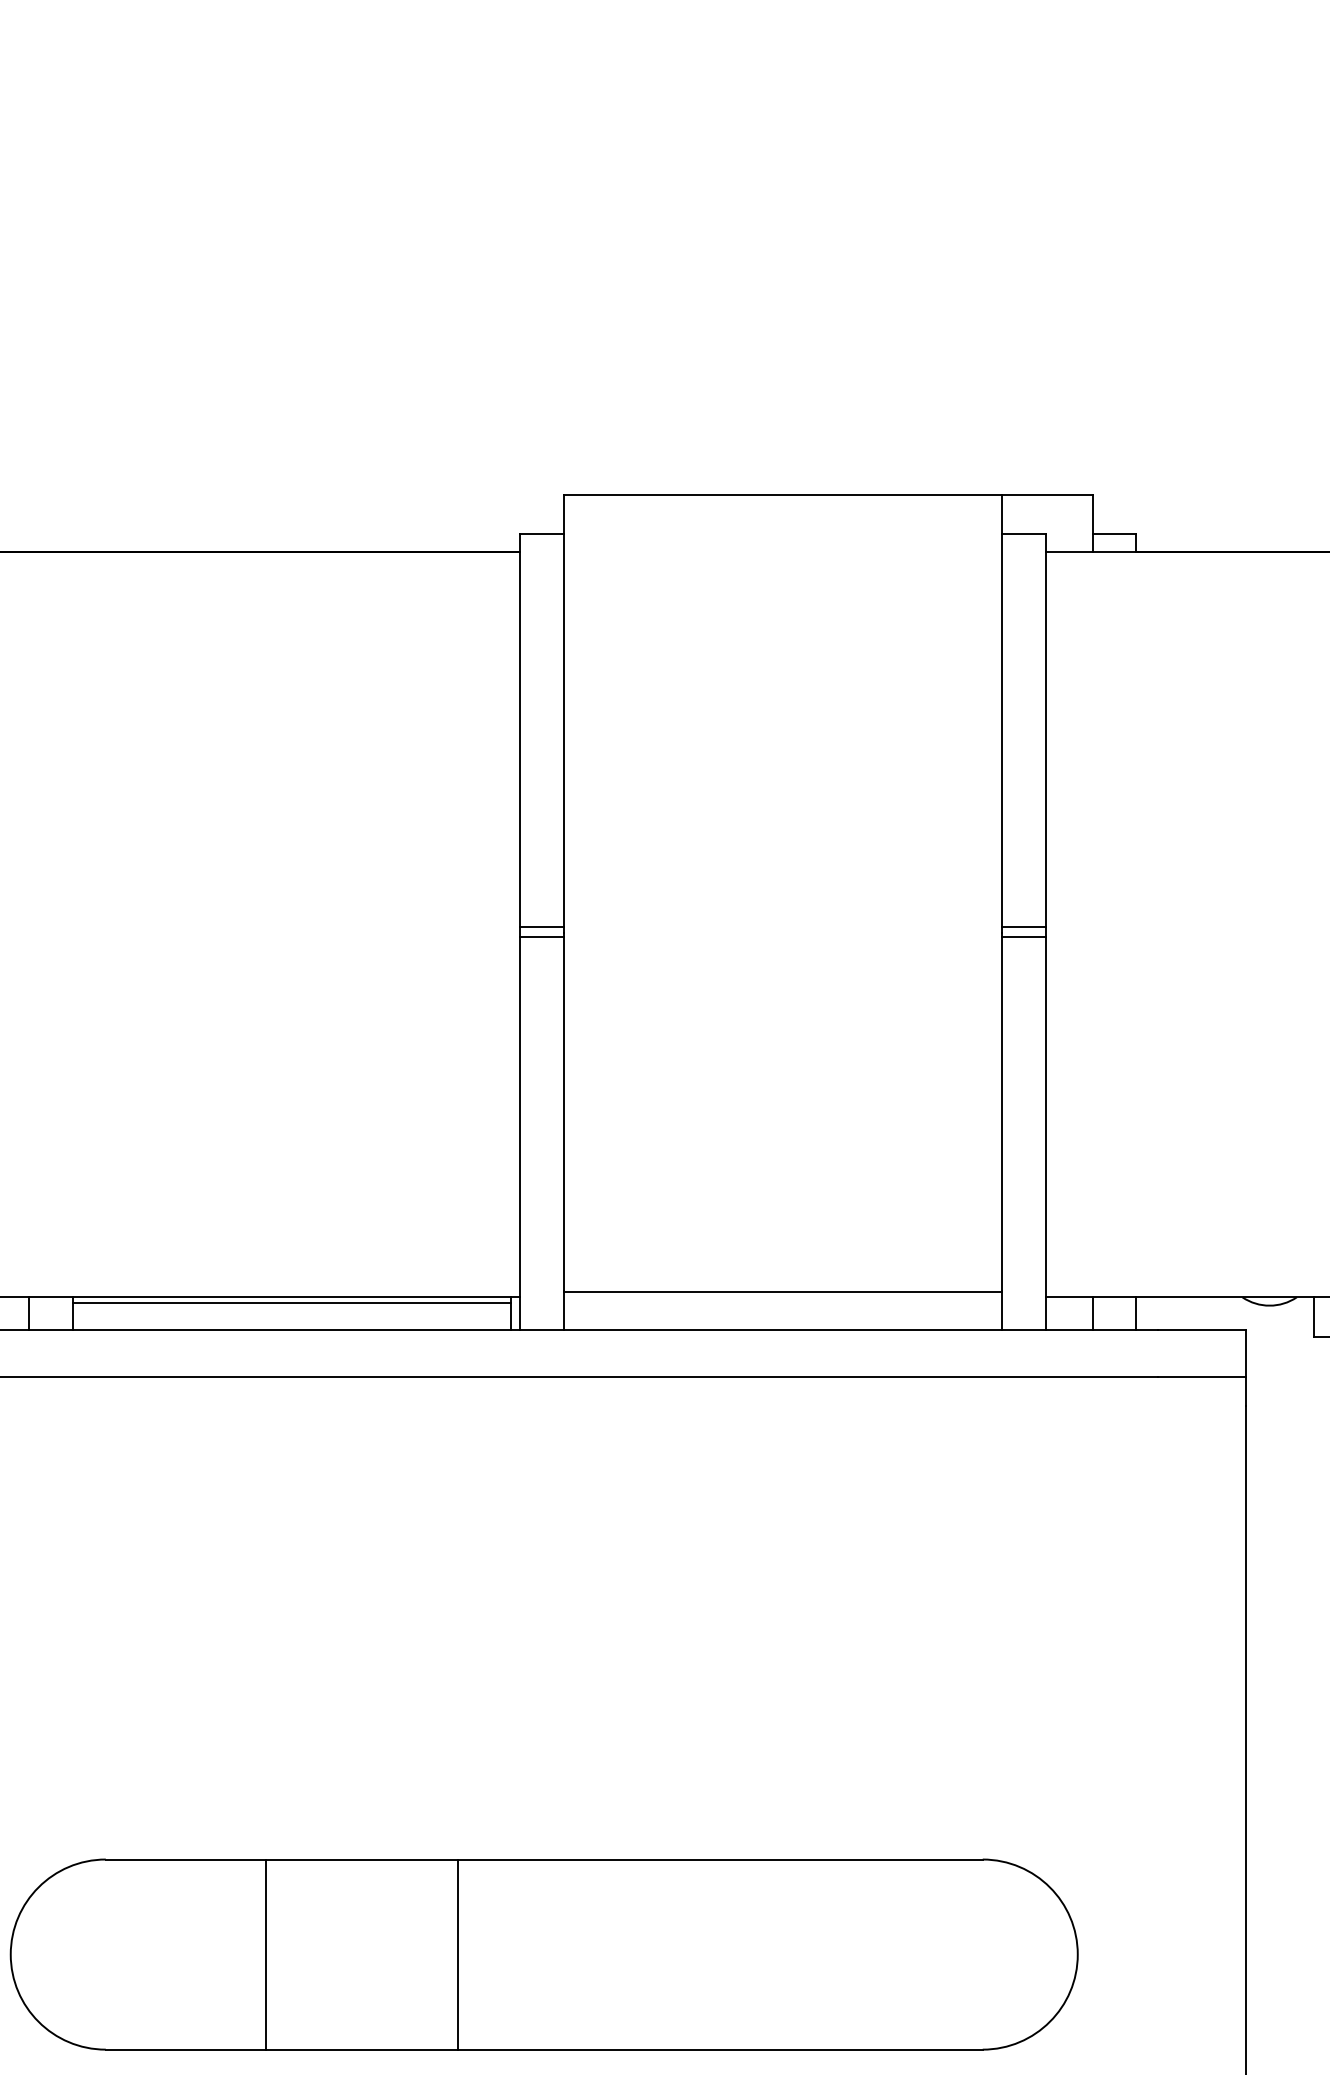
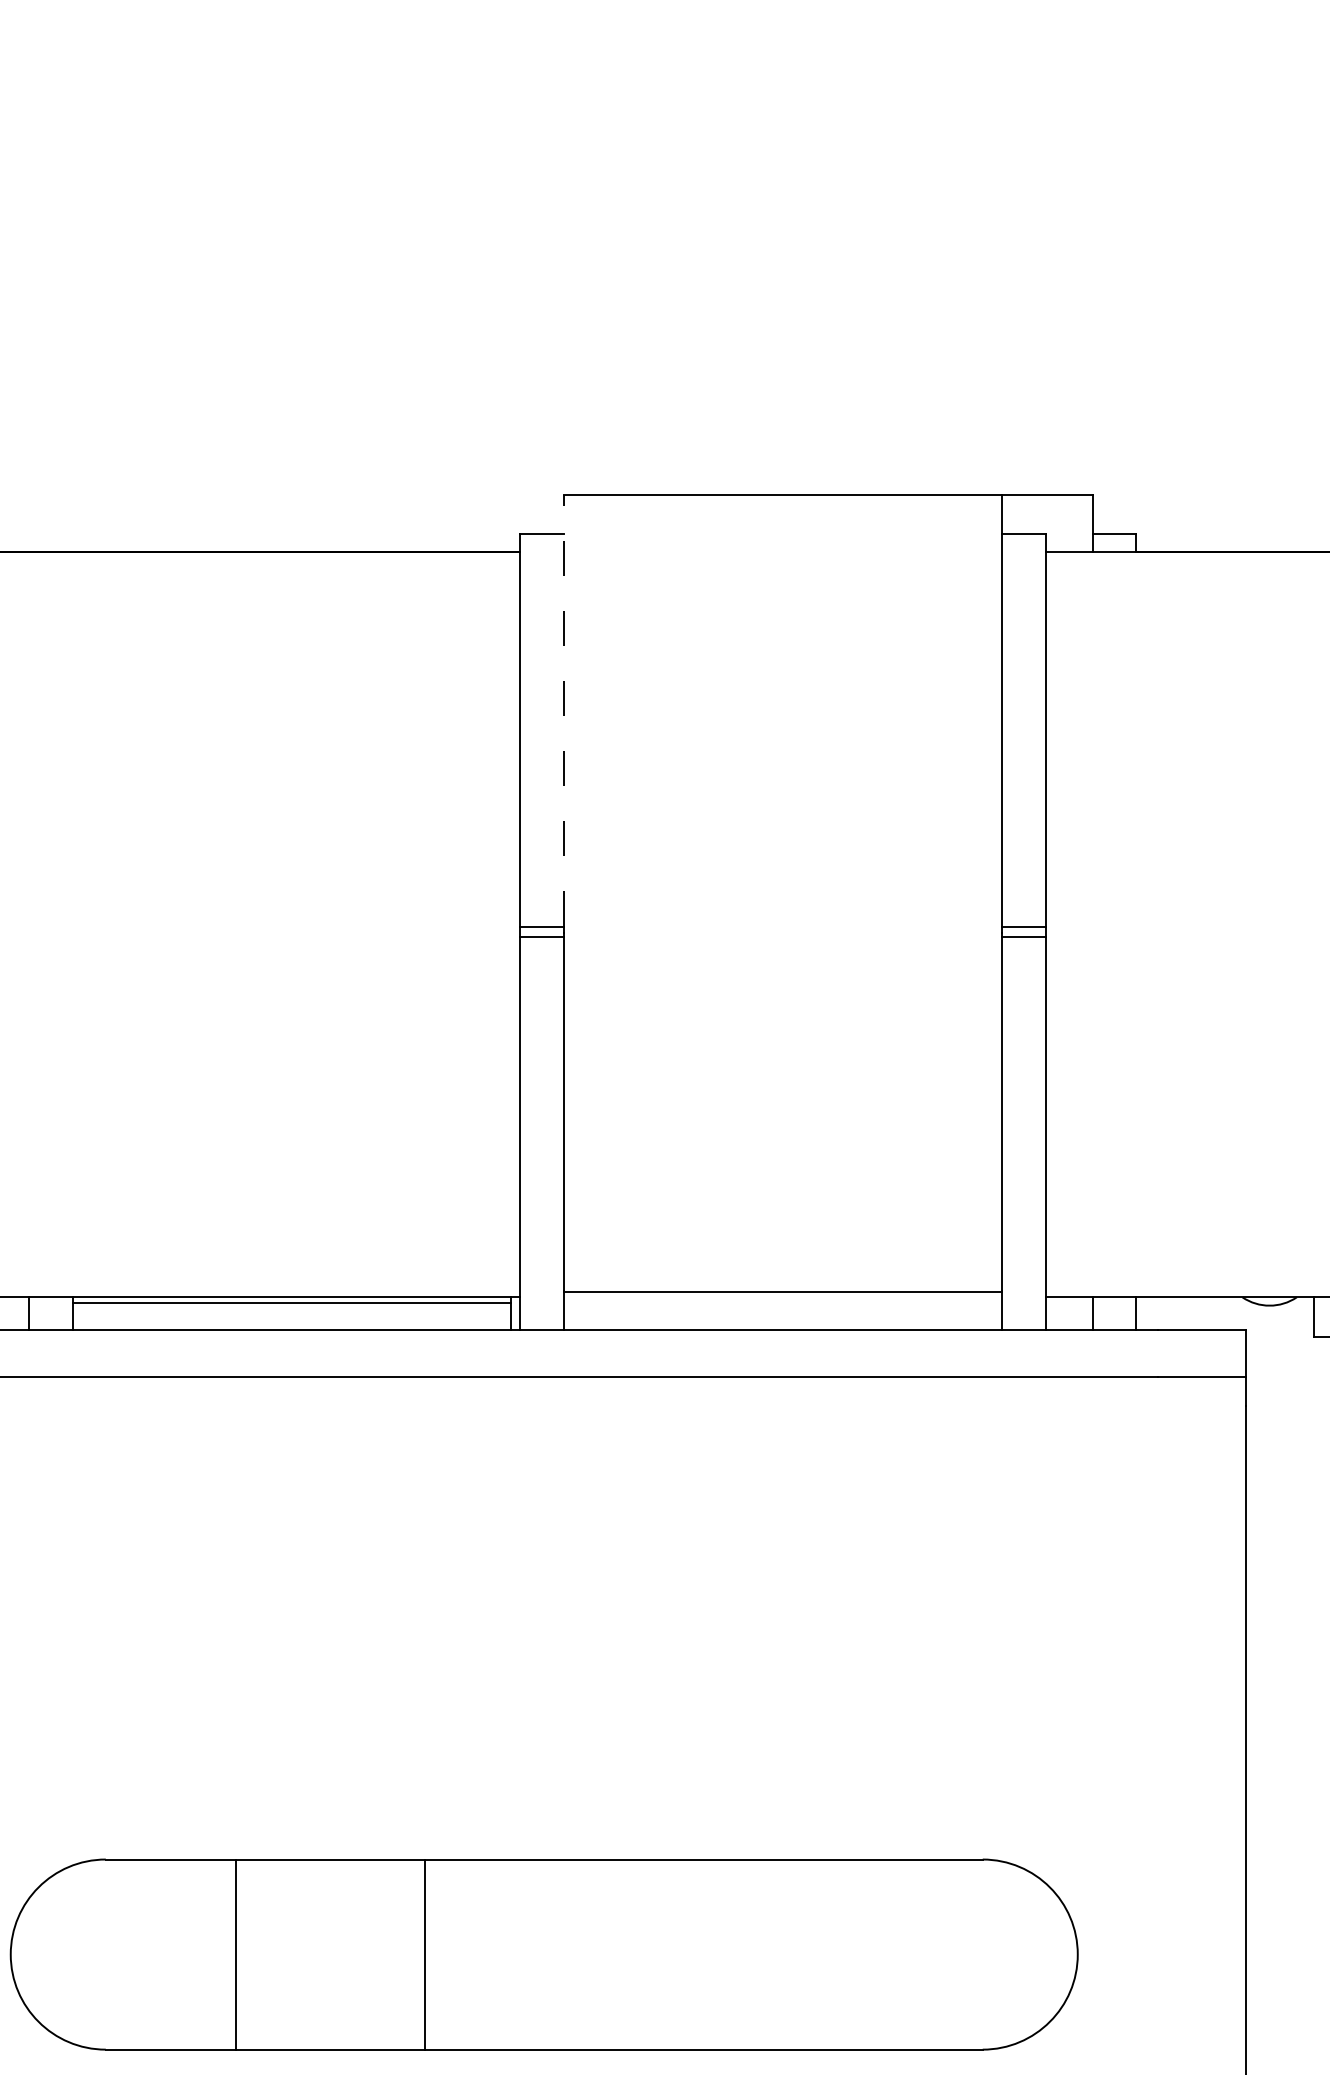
line at (563, 710): solid -> dashed
line at (266, 1954) position: (266, 1954) -> (236, 1954)
line at (457, 1954) position: (457, 1954) -> (424, 1954)
